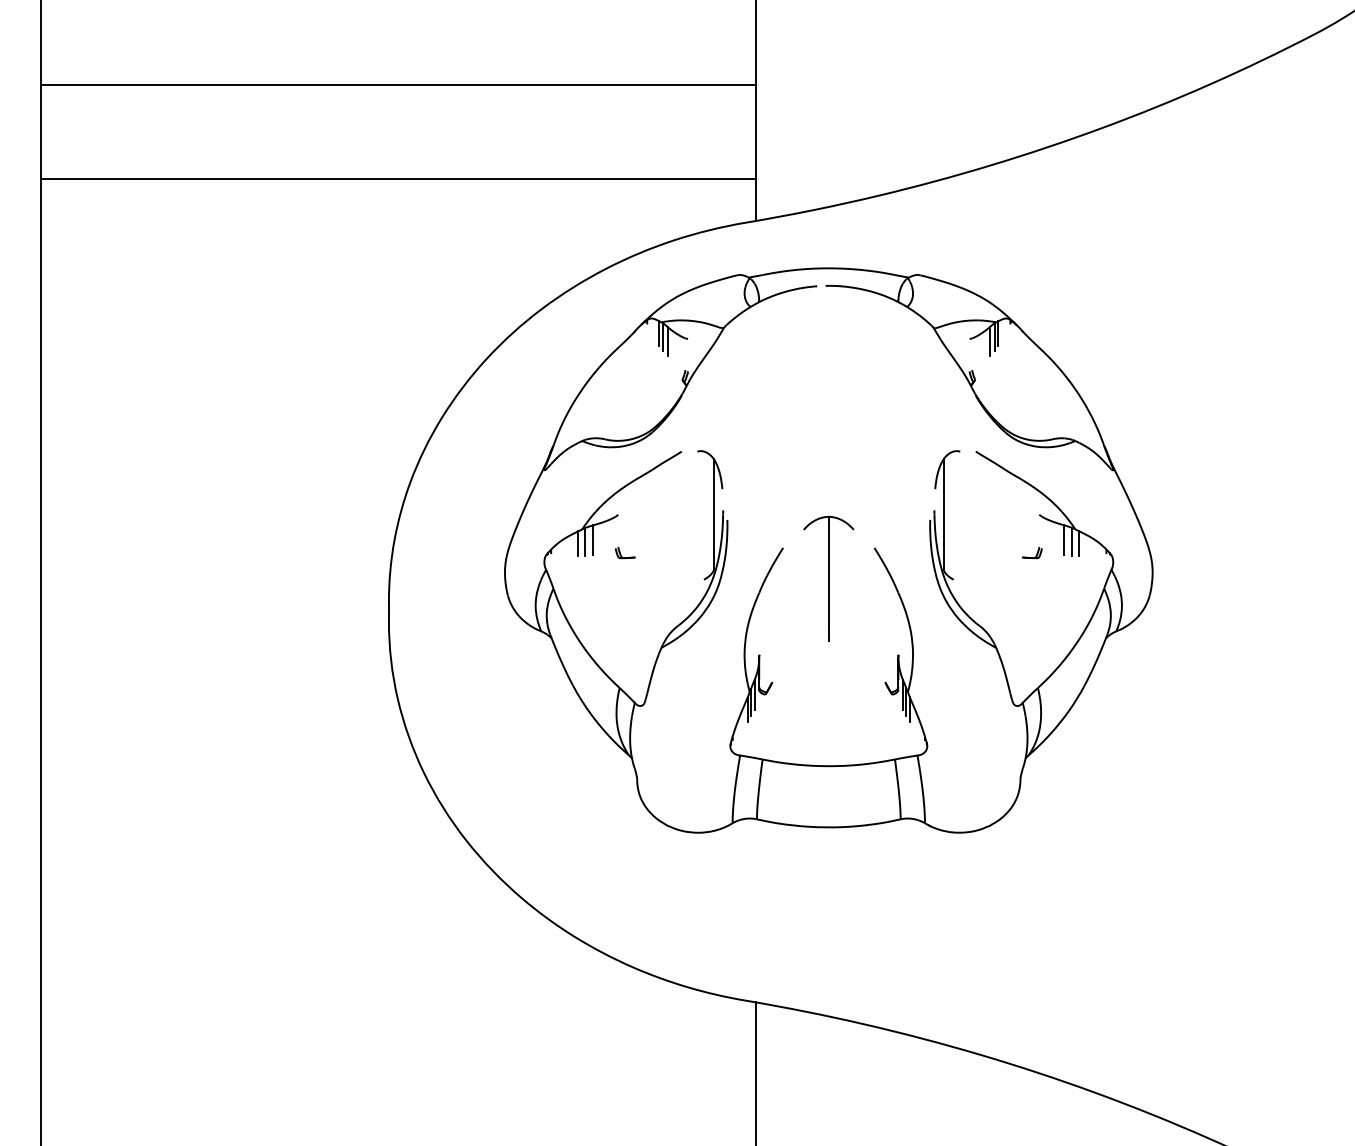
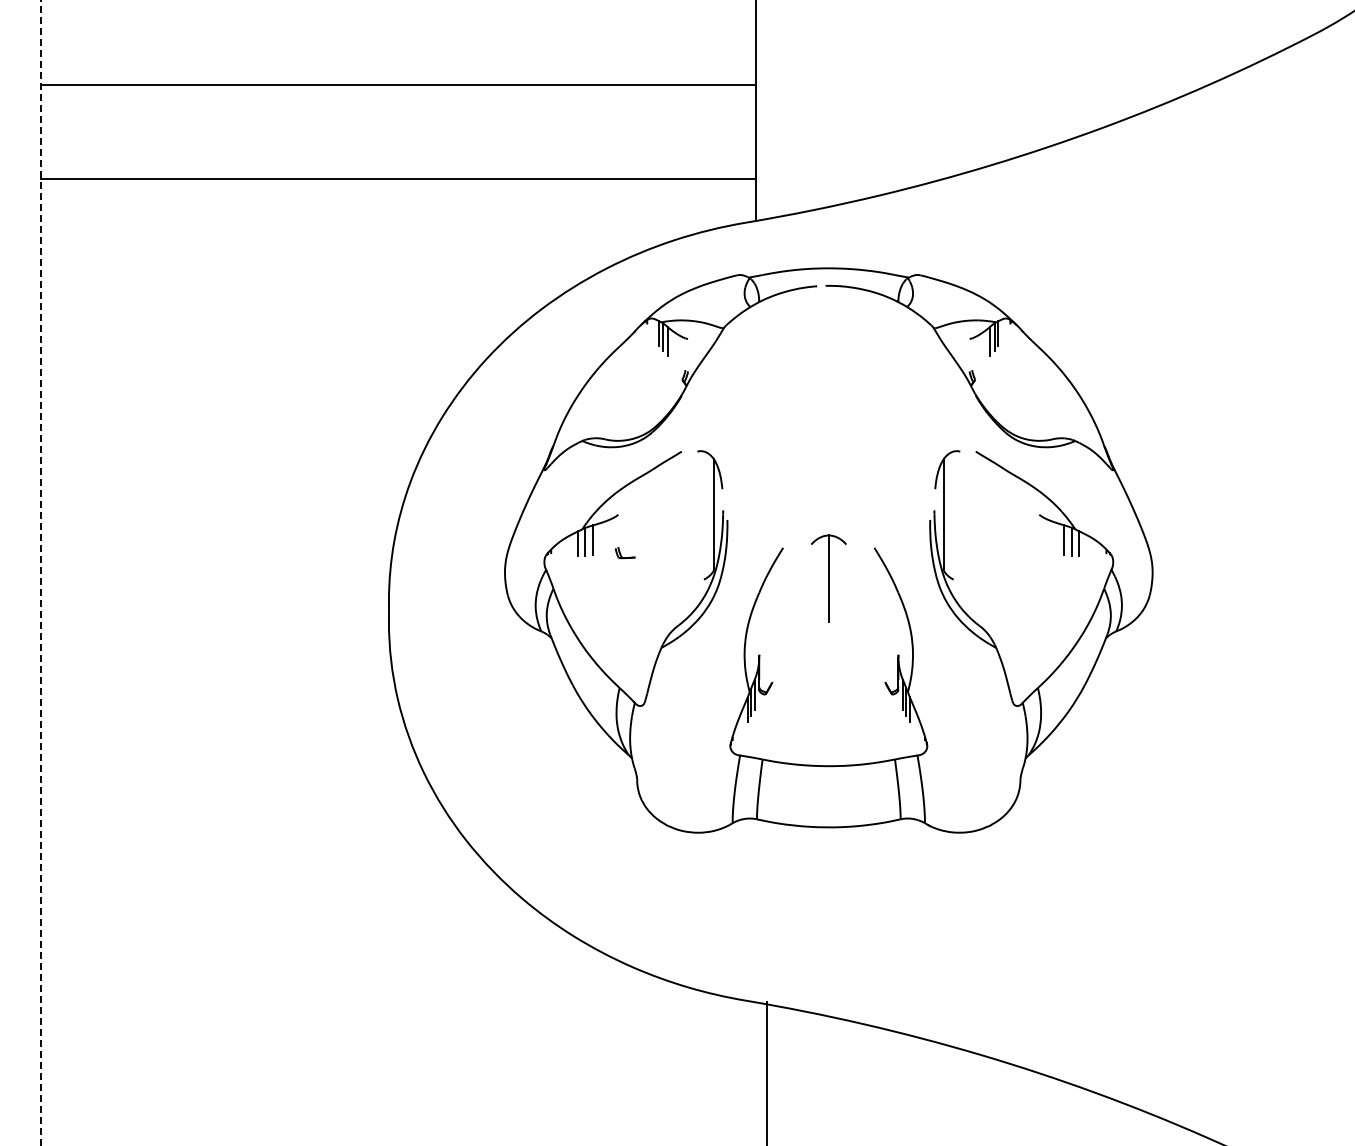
part at (1031, 553): present -> none
line at (40, 572): solid -> dashed
part at (828, 578) size: 52x126 px -> 36x89 px
line at (755, 1072) position: (755, 1072) -> (766, 1072)
